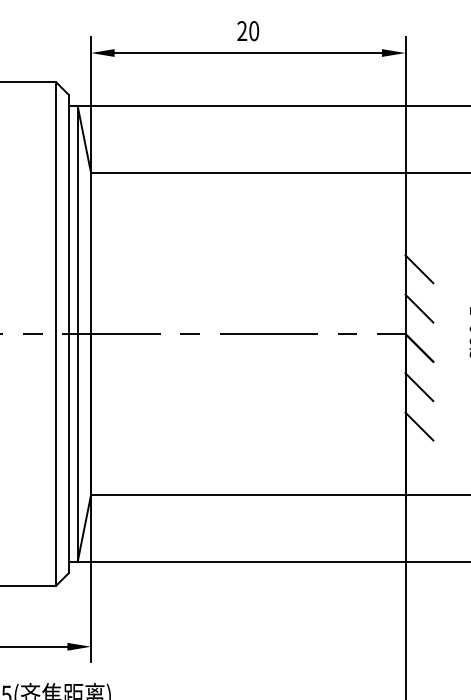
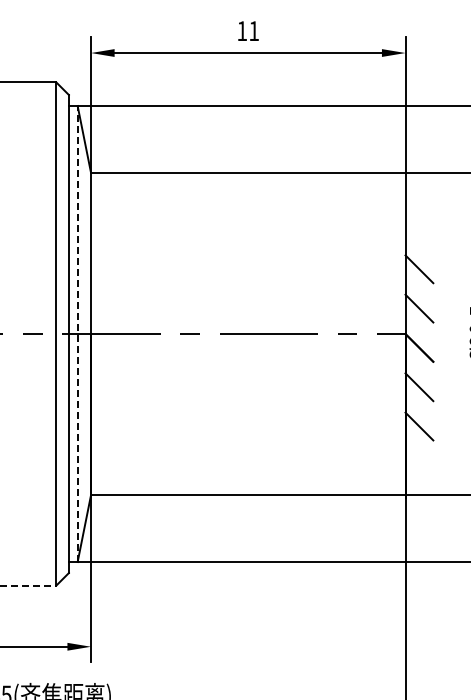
text at (248, 31): 20 -> 11
line at (77, 333): solid -> dashed
line at (28, 585): solid -> dashed
